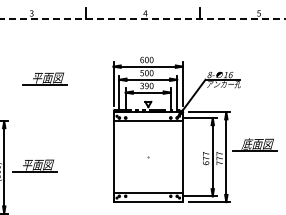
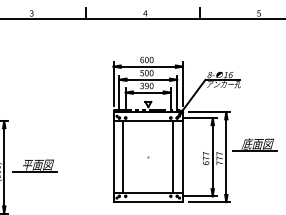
line at (143, 19): dashed -> solid
part at (44, 78): present -> none
line at (123, 156): none -> present
line at (173, 156): none -> present
